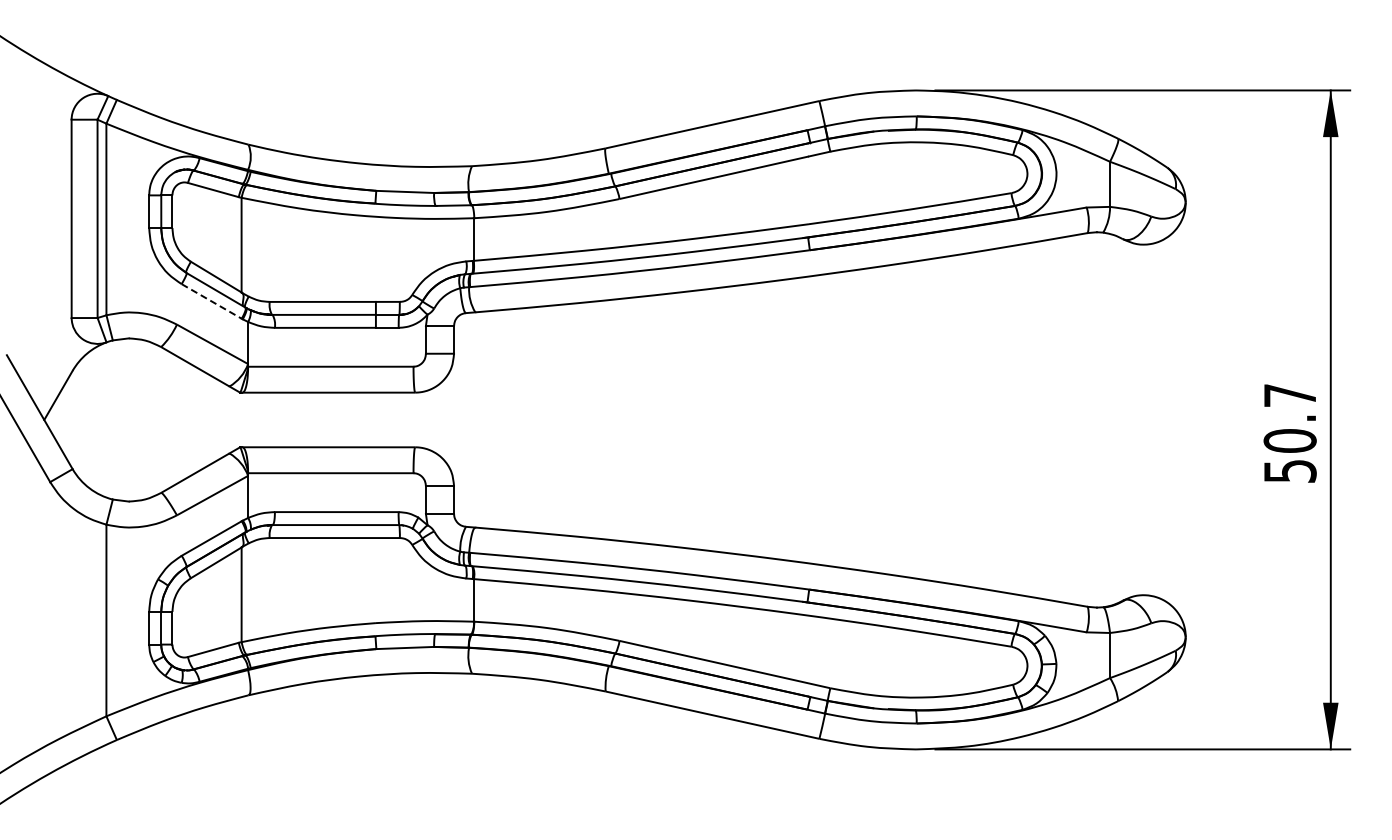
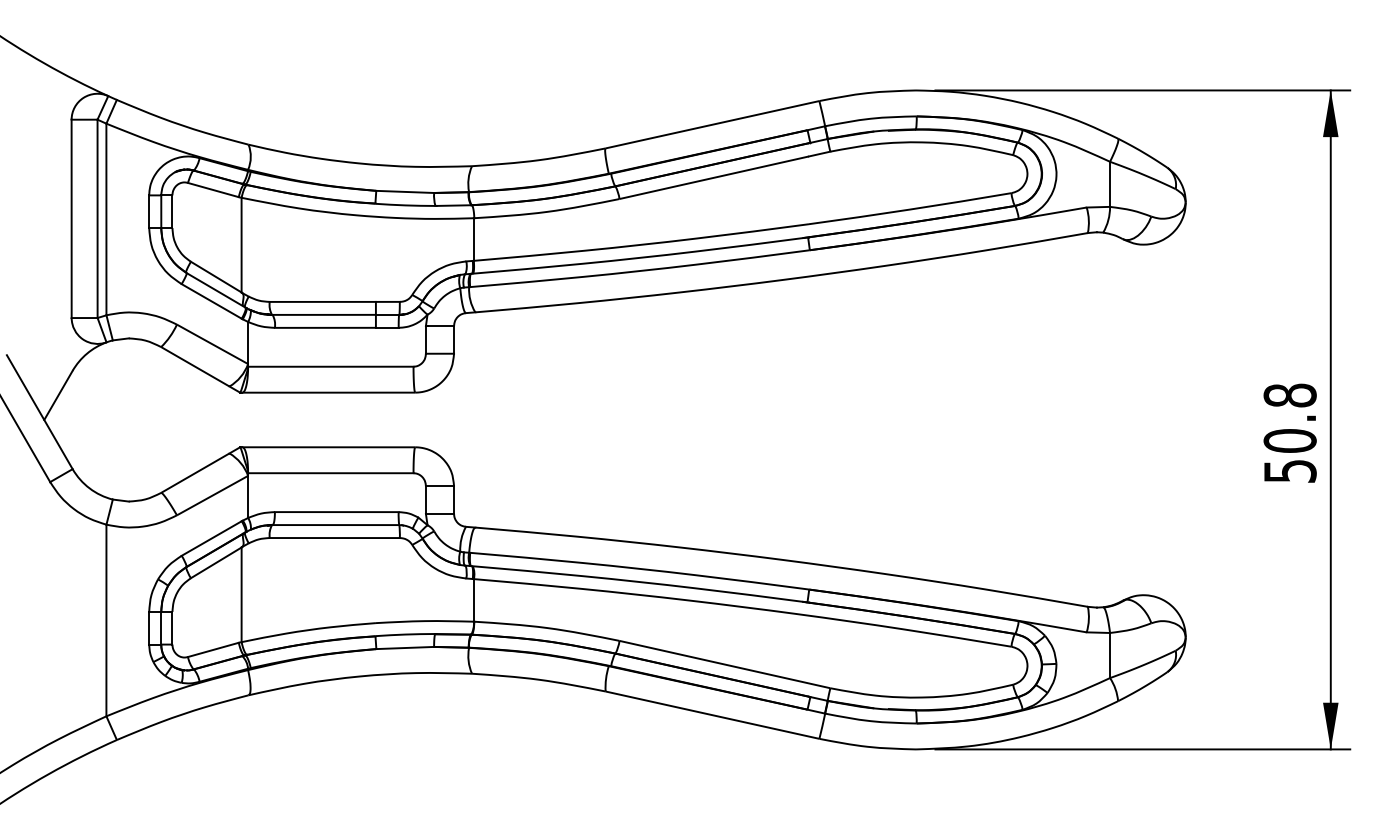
line at (211, 301): dashed -> solid
text at (1289, 395): 50.7 -> 50.8
